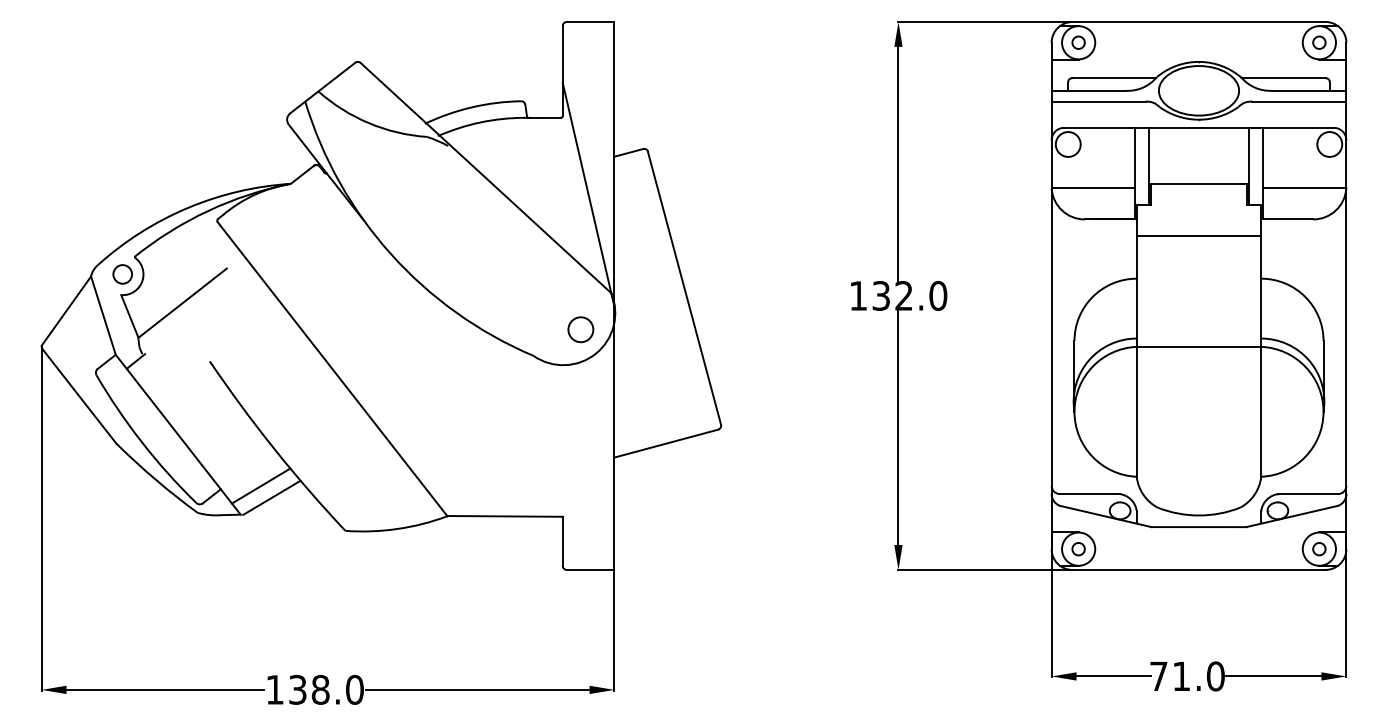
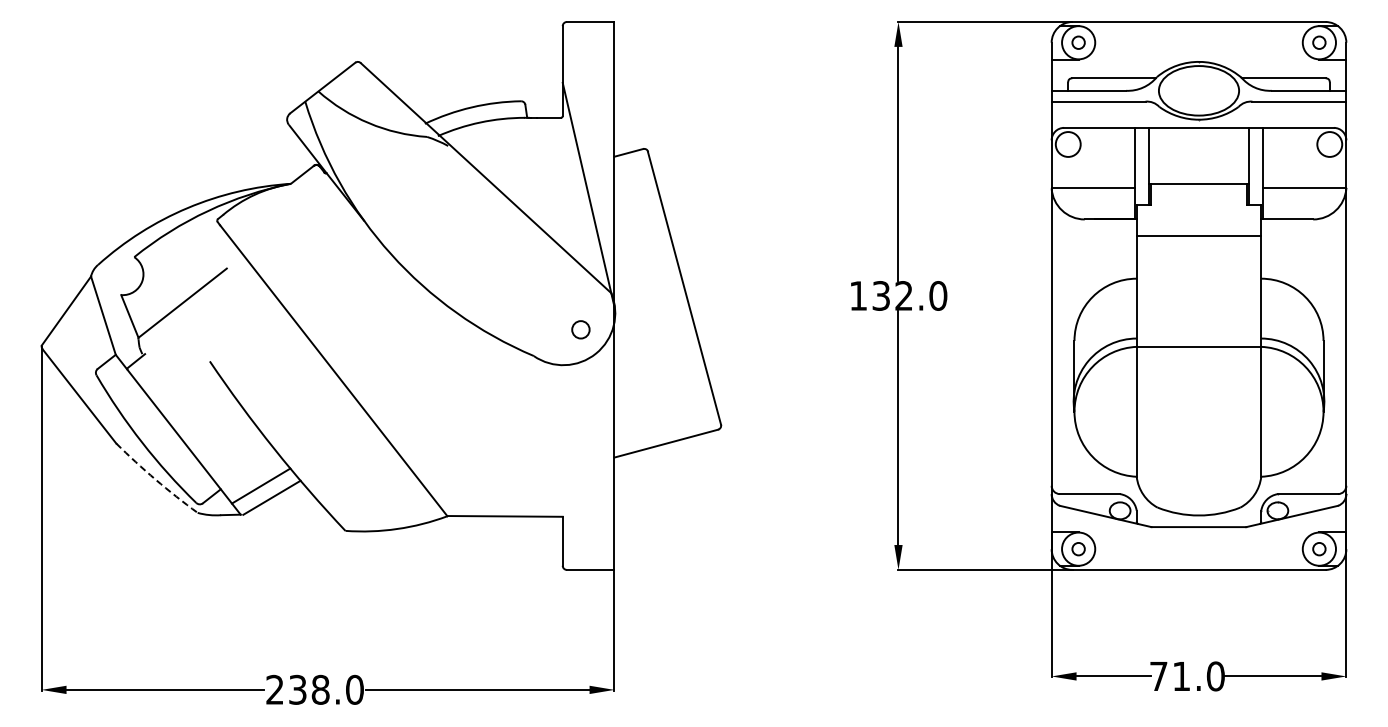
circle at (122, 274): present -> none
circle at (580, 329) size: 28x28 px -> 20x20 px
arc at (155, 479): solid -> dashed
text at (274, 689): 138.0 -> 238.0
